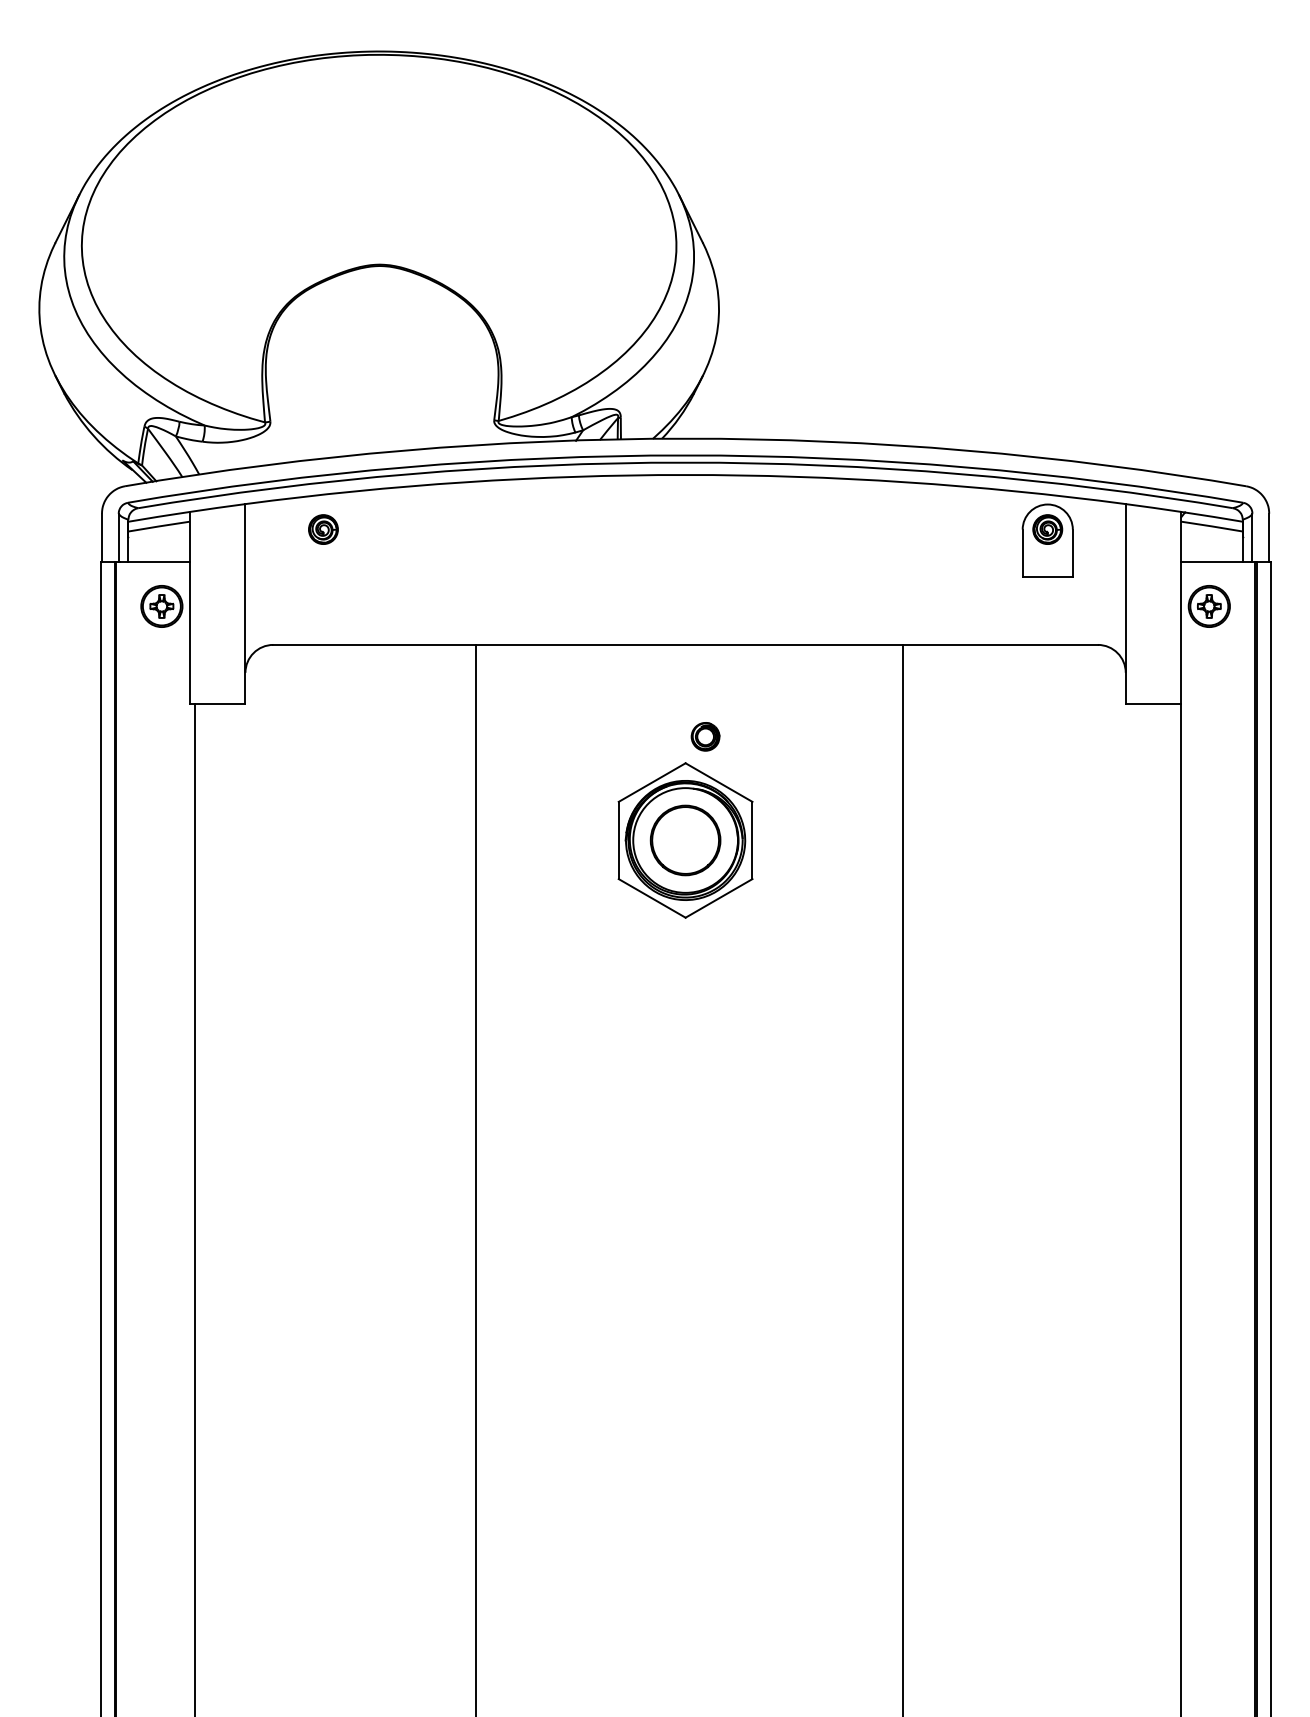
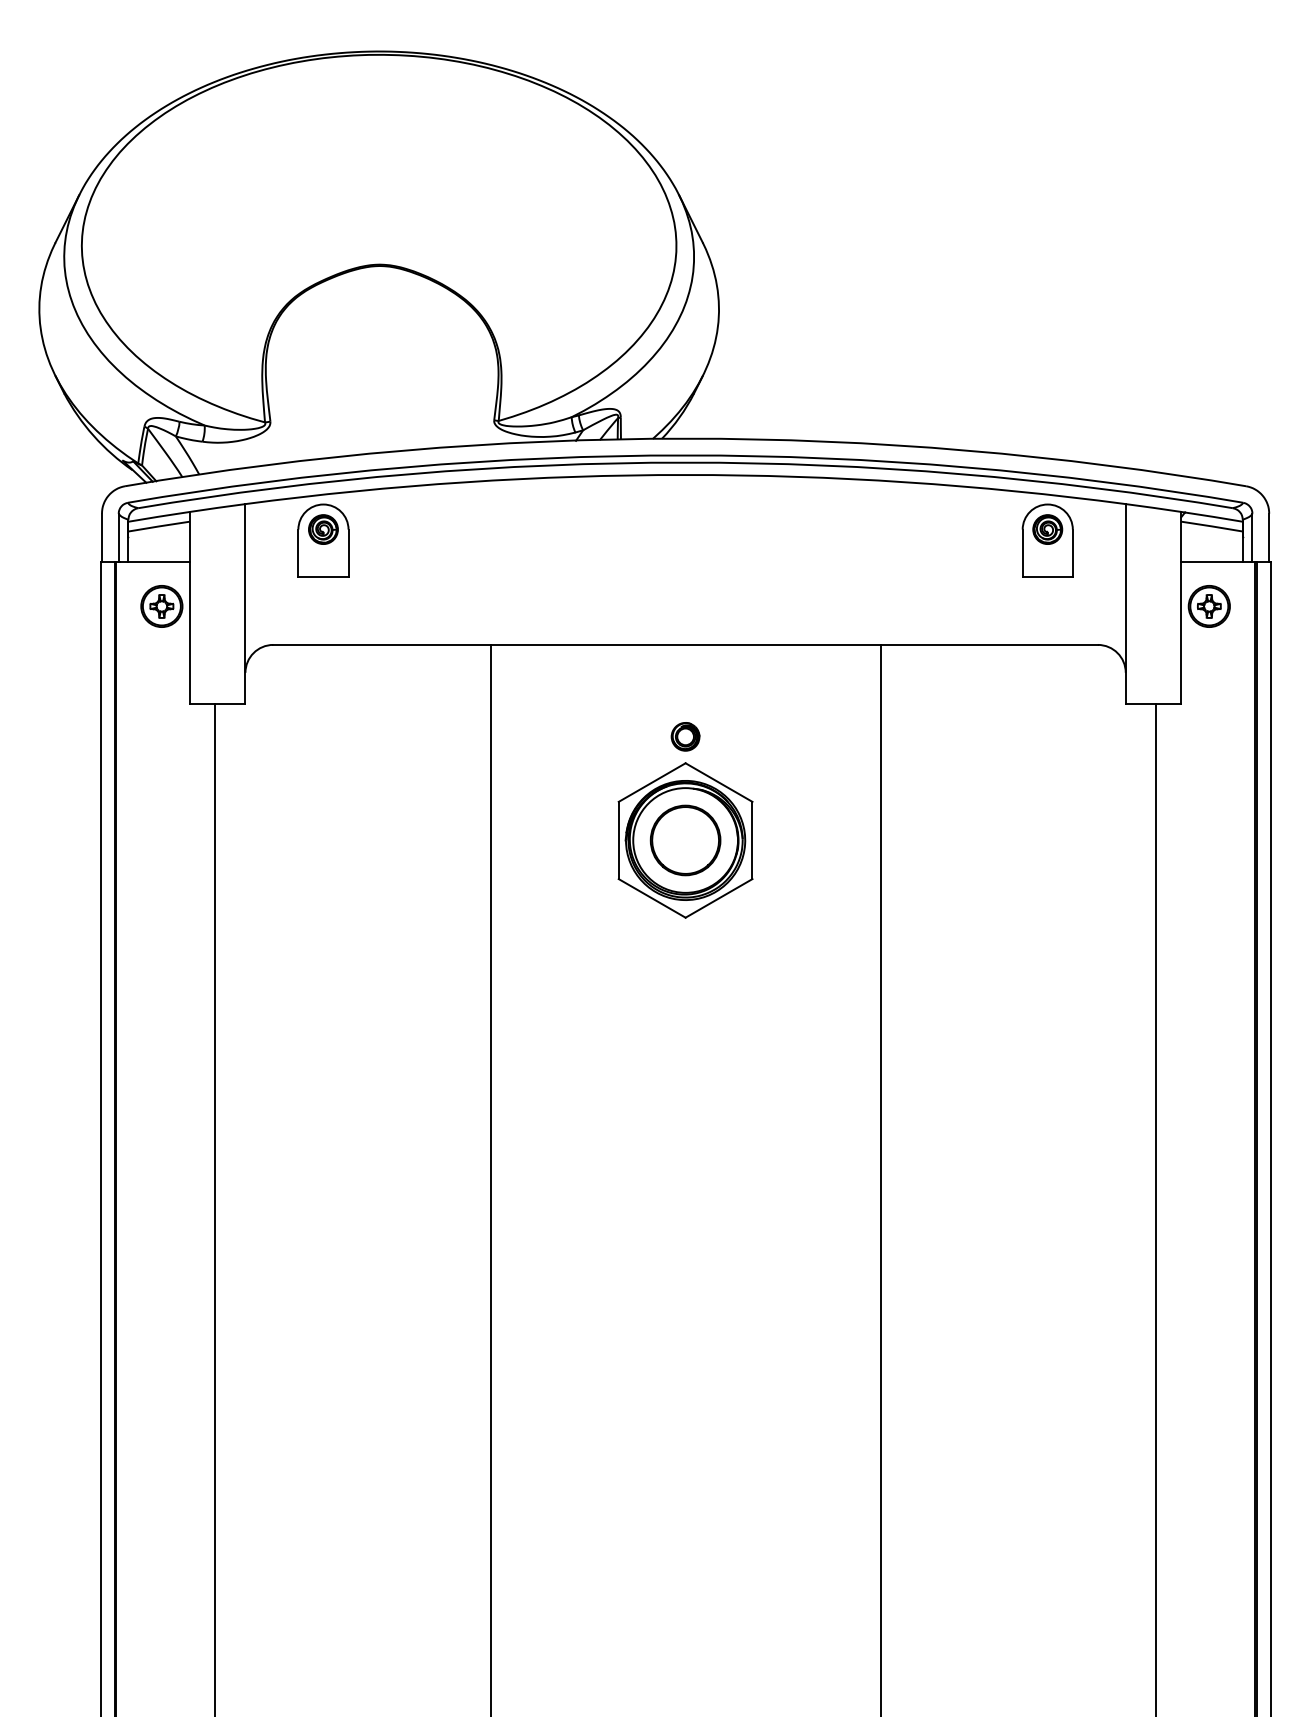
part at (323, 540): none -> present
part at (705, 736) position: (705, 736) -> (685, 736)
line at (475, 1178) position: (475, 1178) -> (490, 1178)
line at (902, 1178) position: (902, 1178) -> (880, 1178)
line at (194, 1208) position: (194, 1208) -> (214, 1208)
line at (1181, 1208) position: (1181, 1208) -> (1156, 1208)
